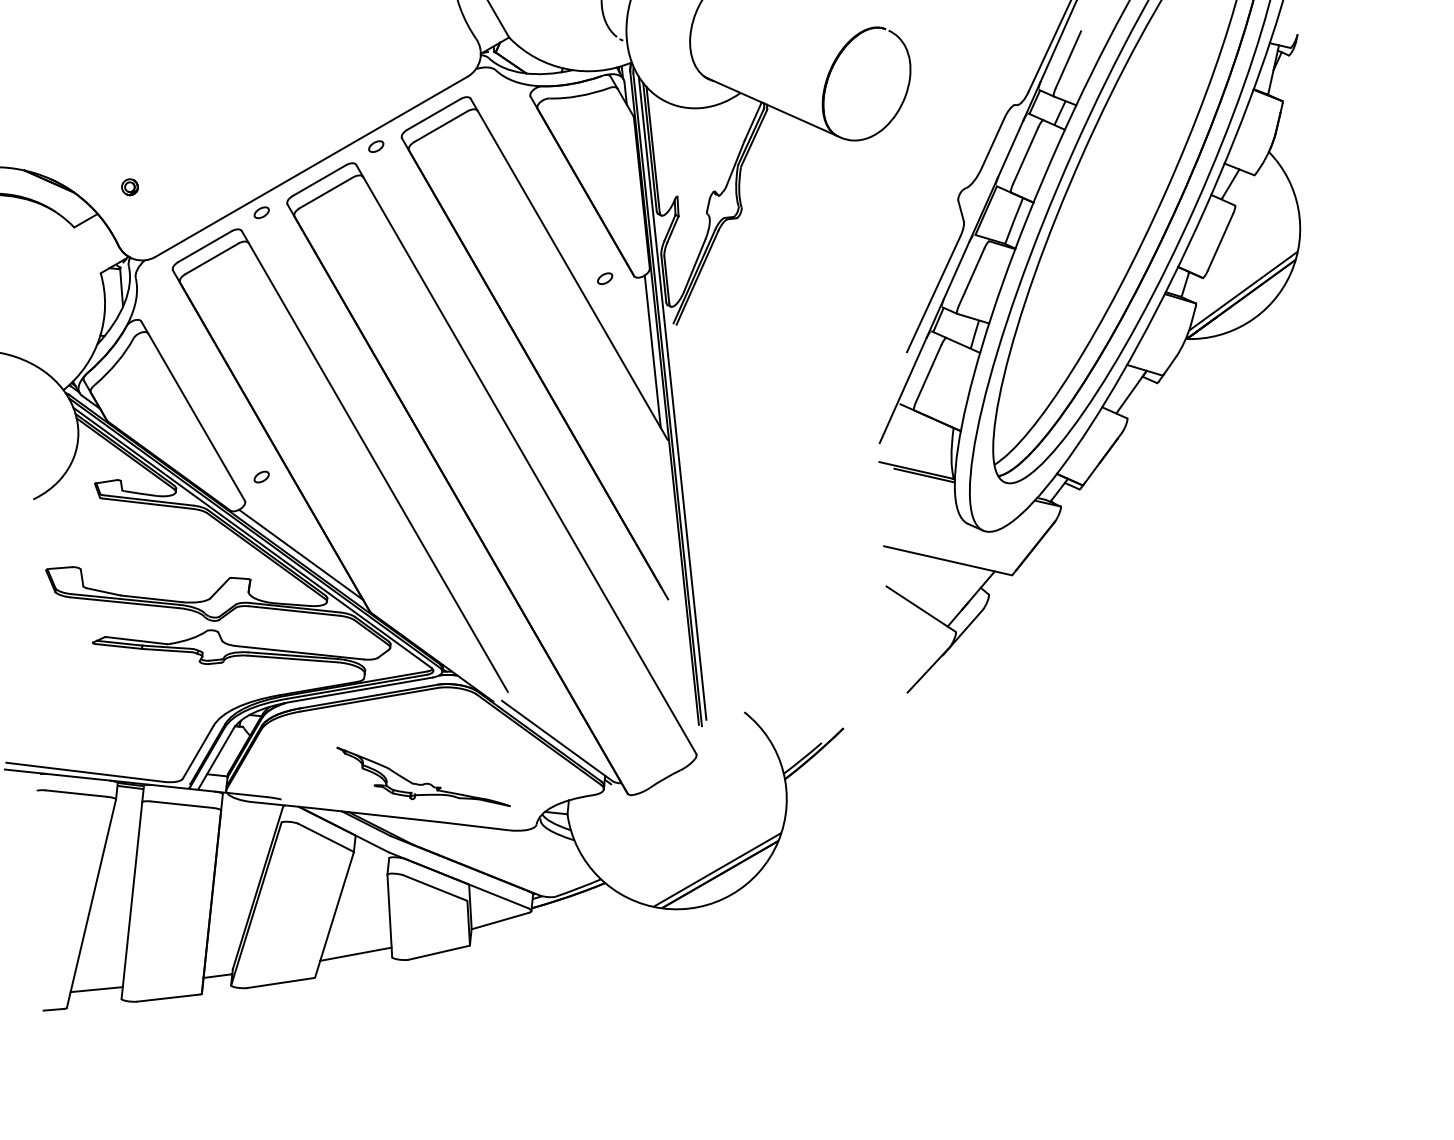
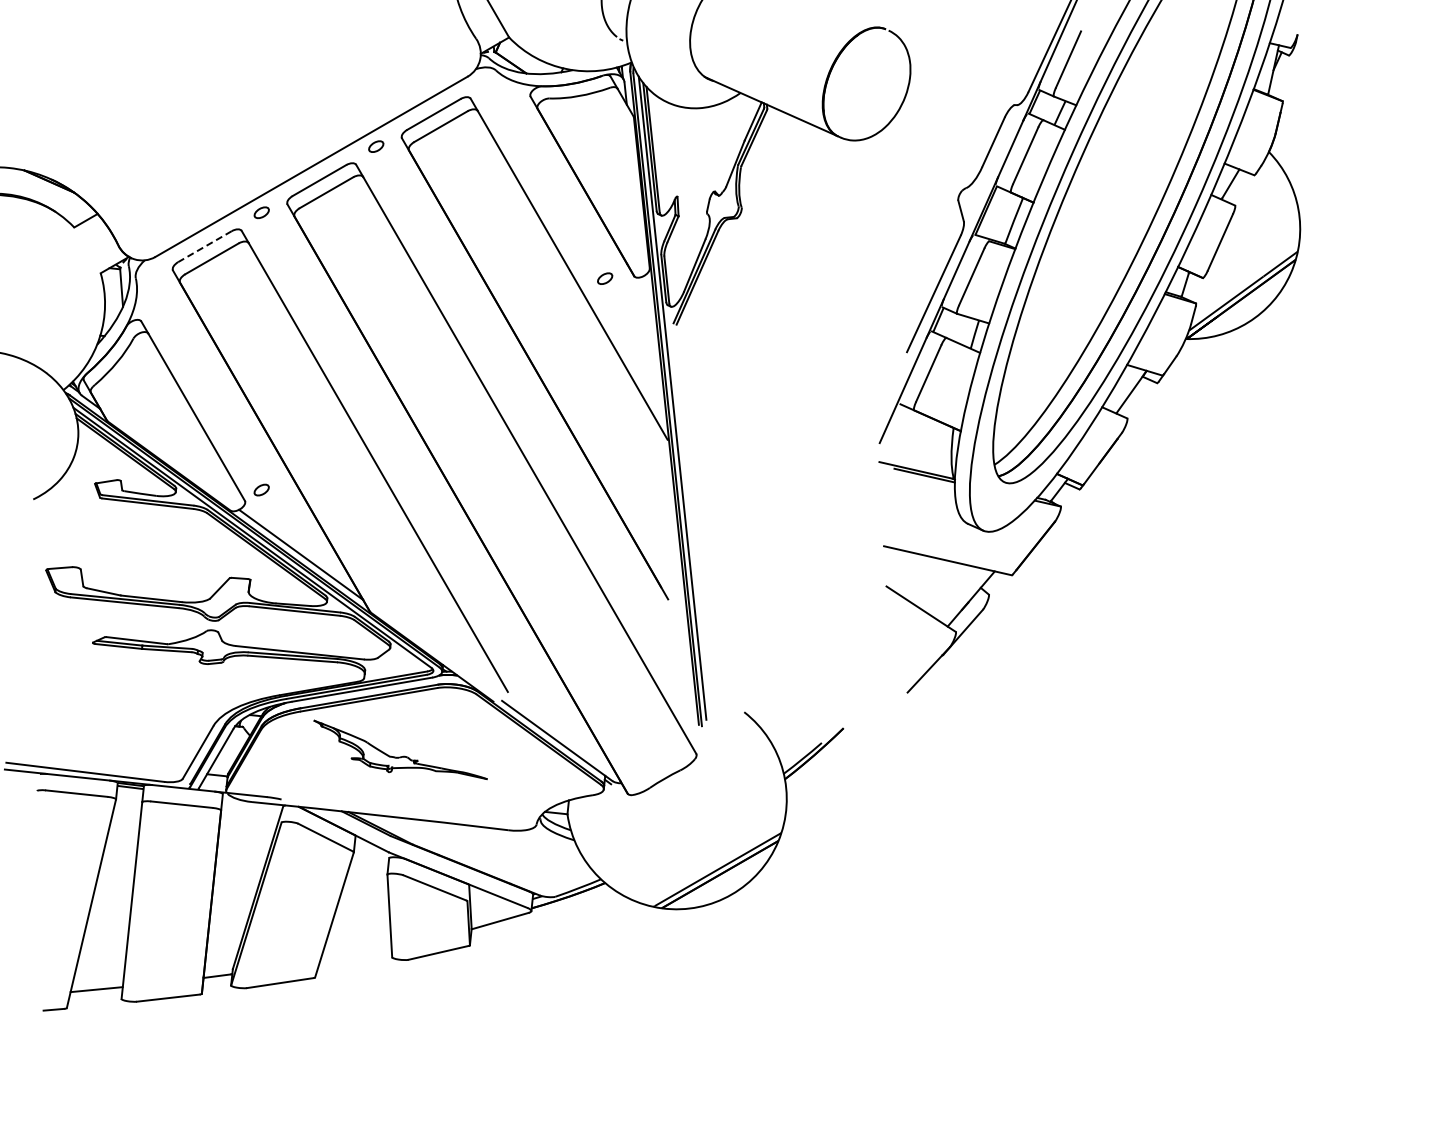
part at (129, 187): present -> none
line at (205, 246): solid -> dashed
line at (652, 351): present -> none
part at (261, 476) position: (261, 476) -> (261, 489)
part at (426, 782) position: (426, 782) -> (403, 755)
line at (355, 953): present -> none
